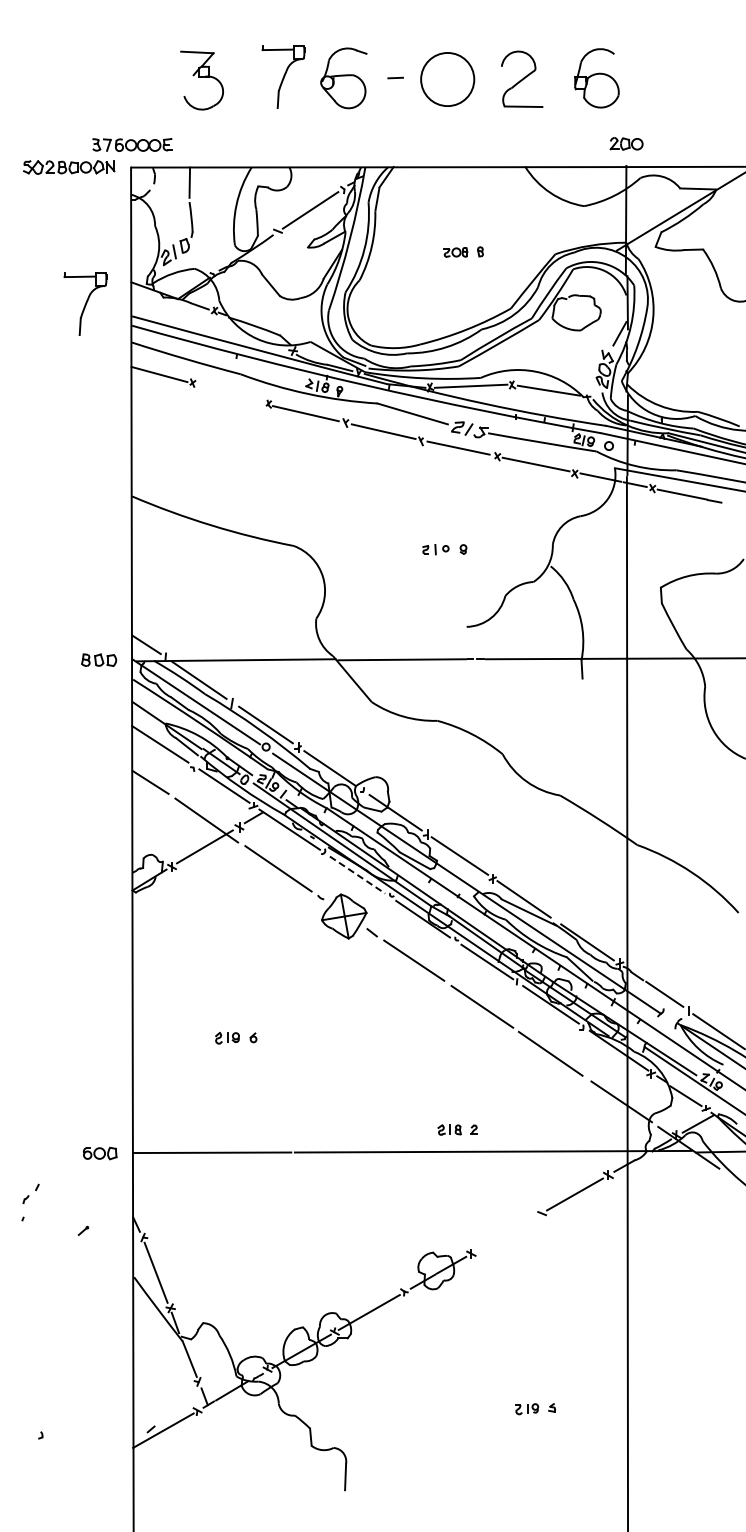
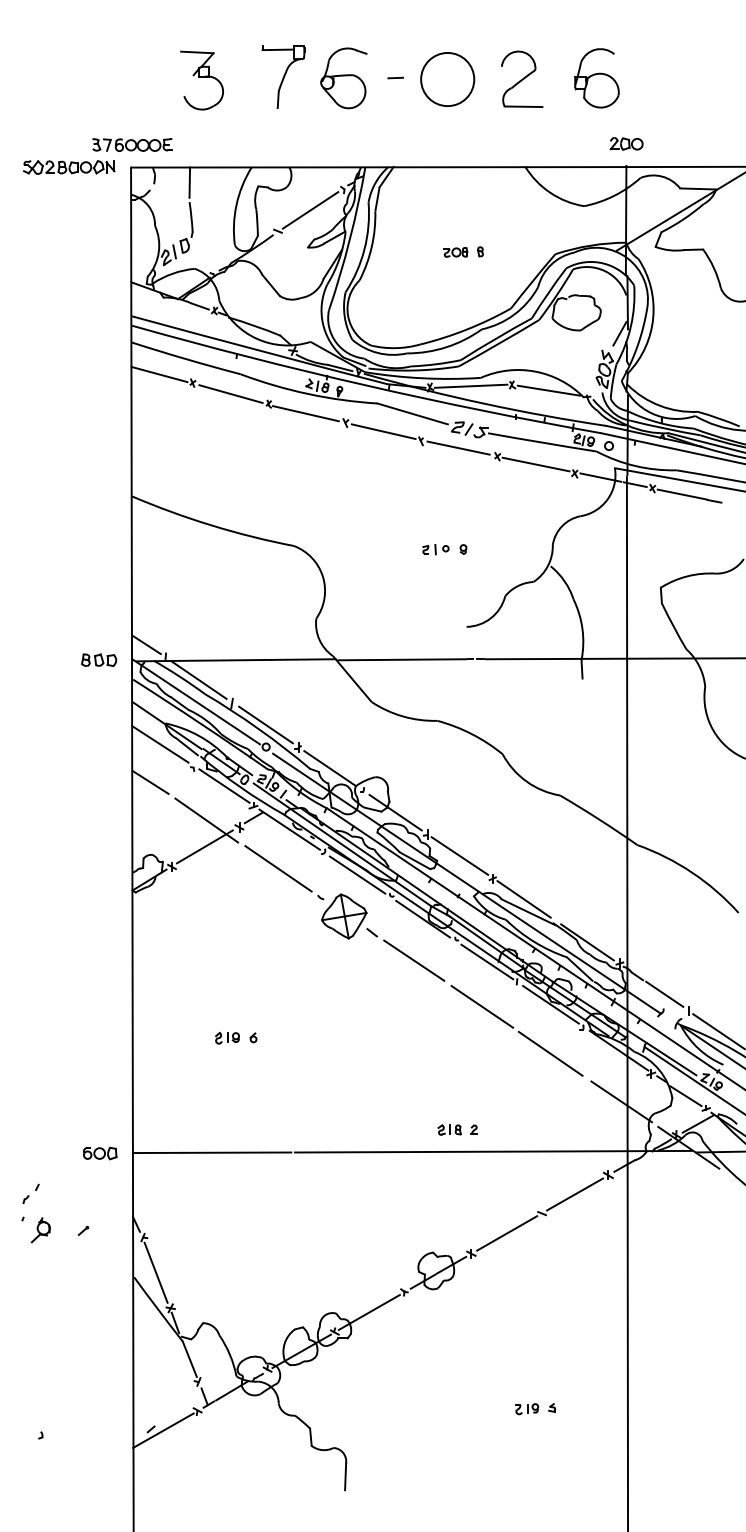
part at (85, 303): present -> none
line at (230, 393): none -> present
line at (358, 875): dashed -> solid
part at (40, 1230): none -> present
line at (507, 1233): none -> present
